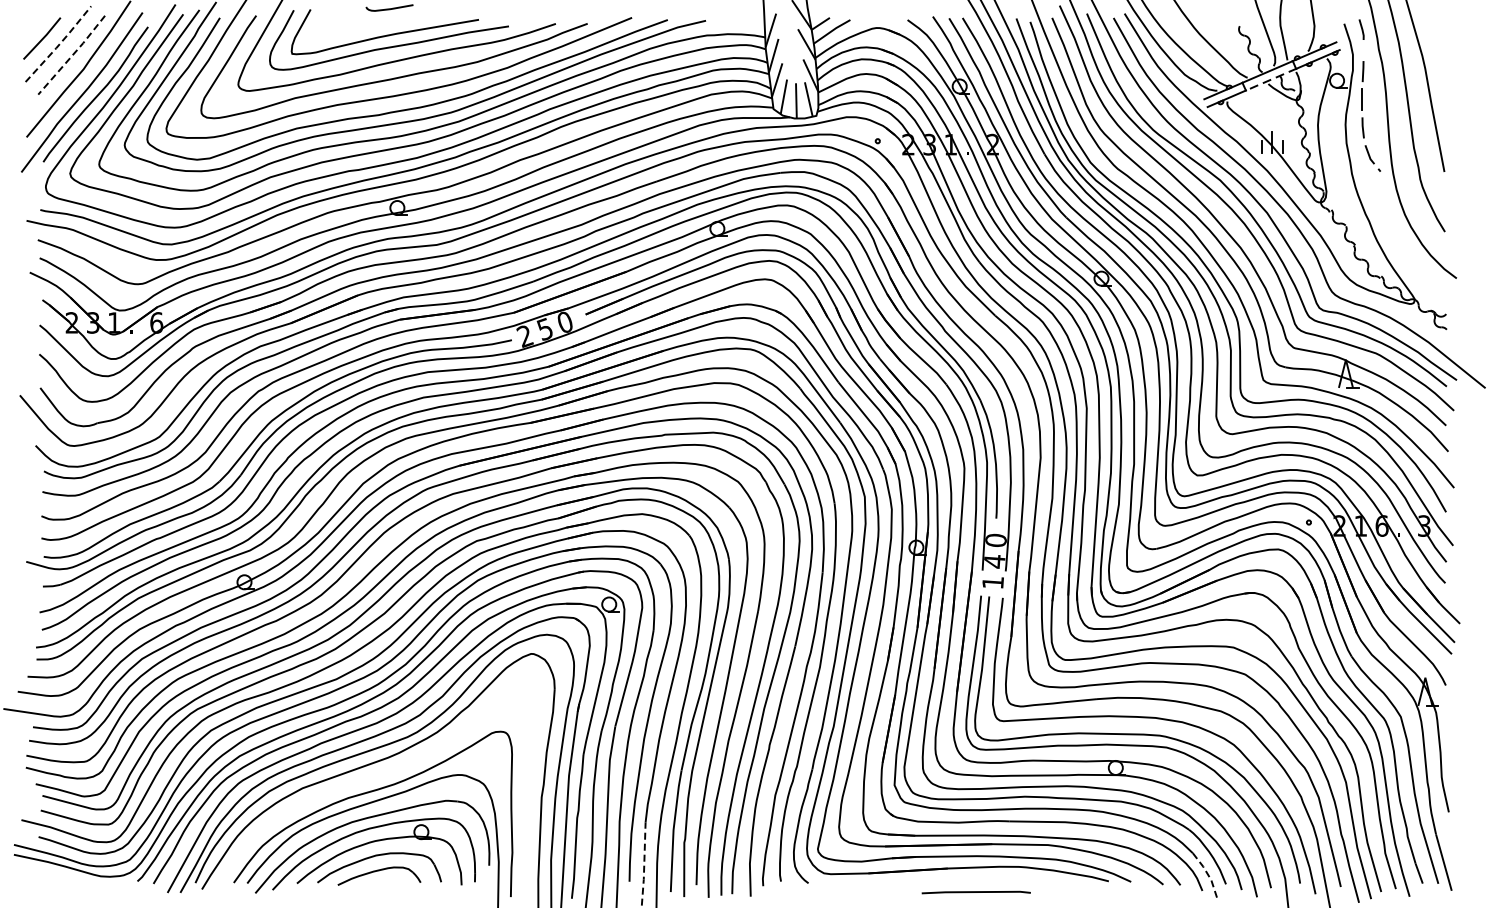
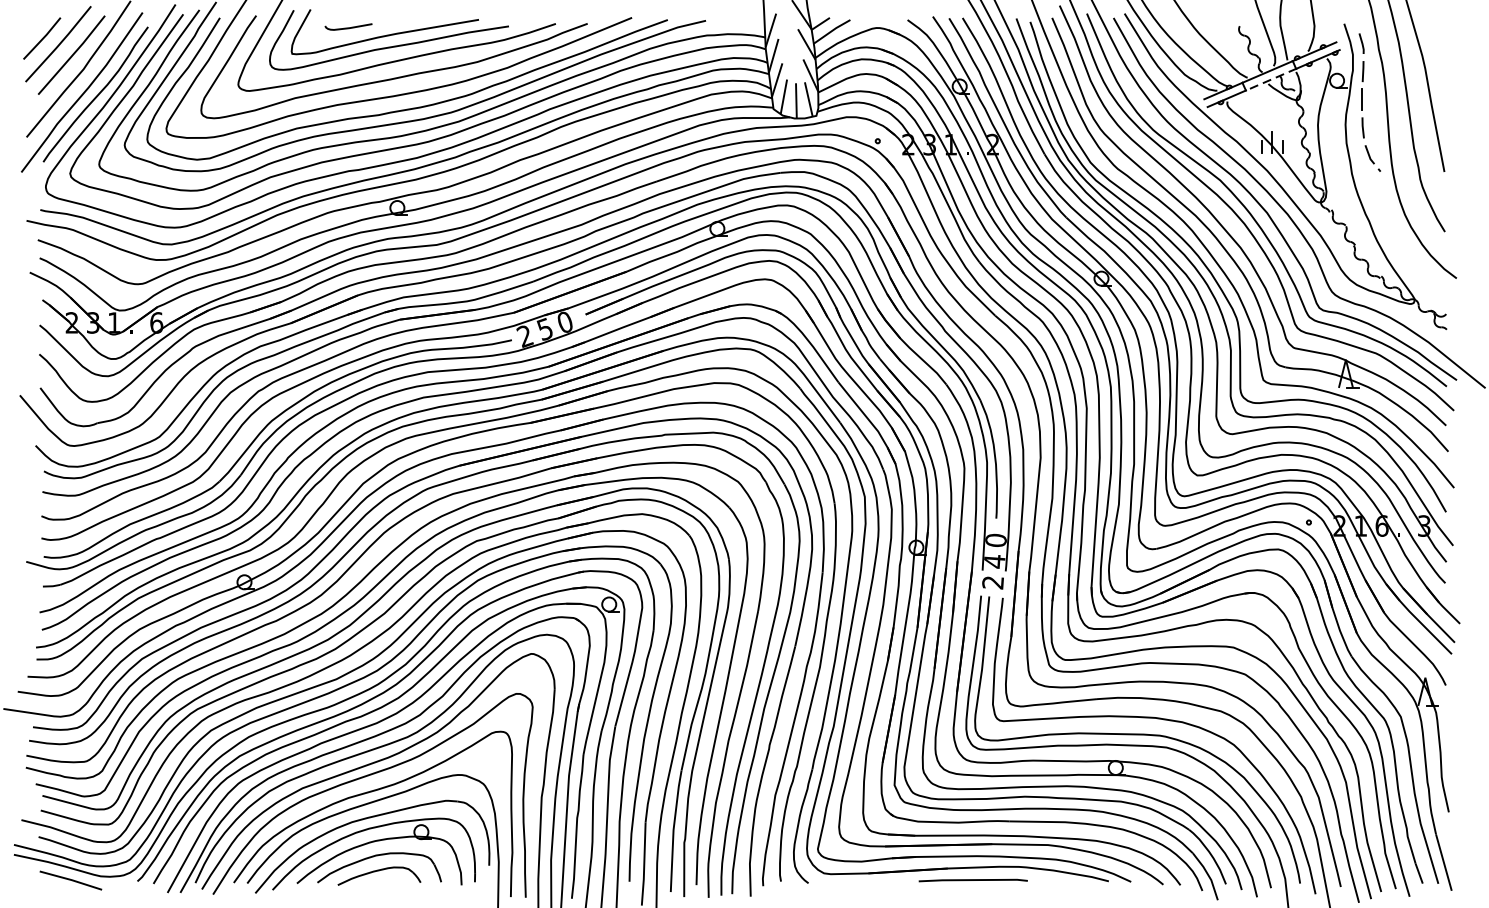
curve at (389, 8) position: (389, 8) -> (348, 27)
line at (1361, 29) position: (1361, 29) -> (1361, 43)
line at (59, 44): dashed -> solid
line at (72, 55): dashed -> solid
text at (992, 582): 1 -> 2
curve at (365, 777): none -> present
line at (644, 864): dashed -> solid
line at (1208, 875): dashed -> solid
line at (70, 880): none -> present
line at (975, 892) position: (975, 892) -> (972, 880)
